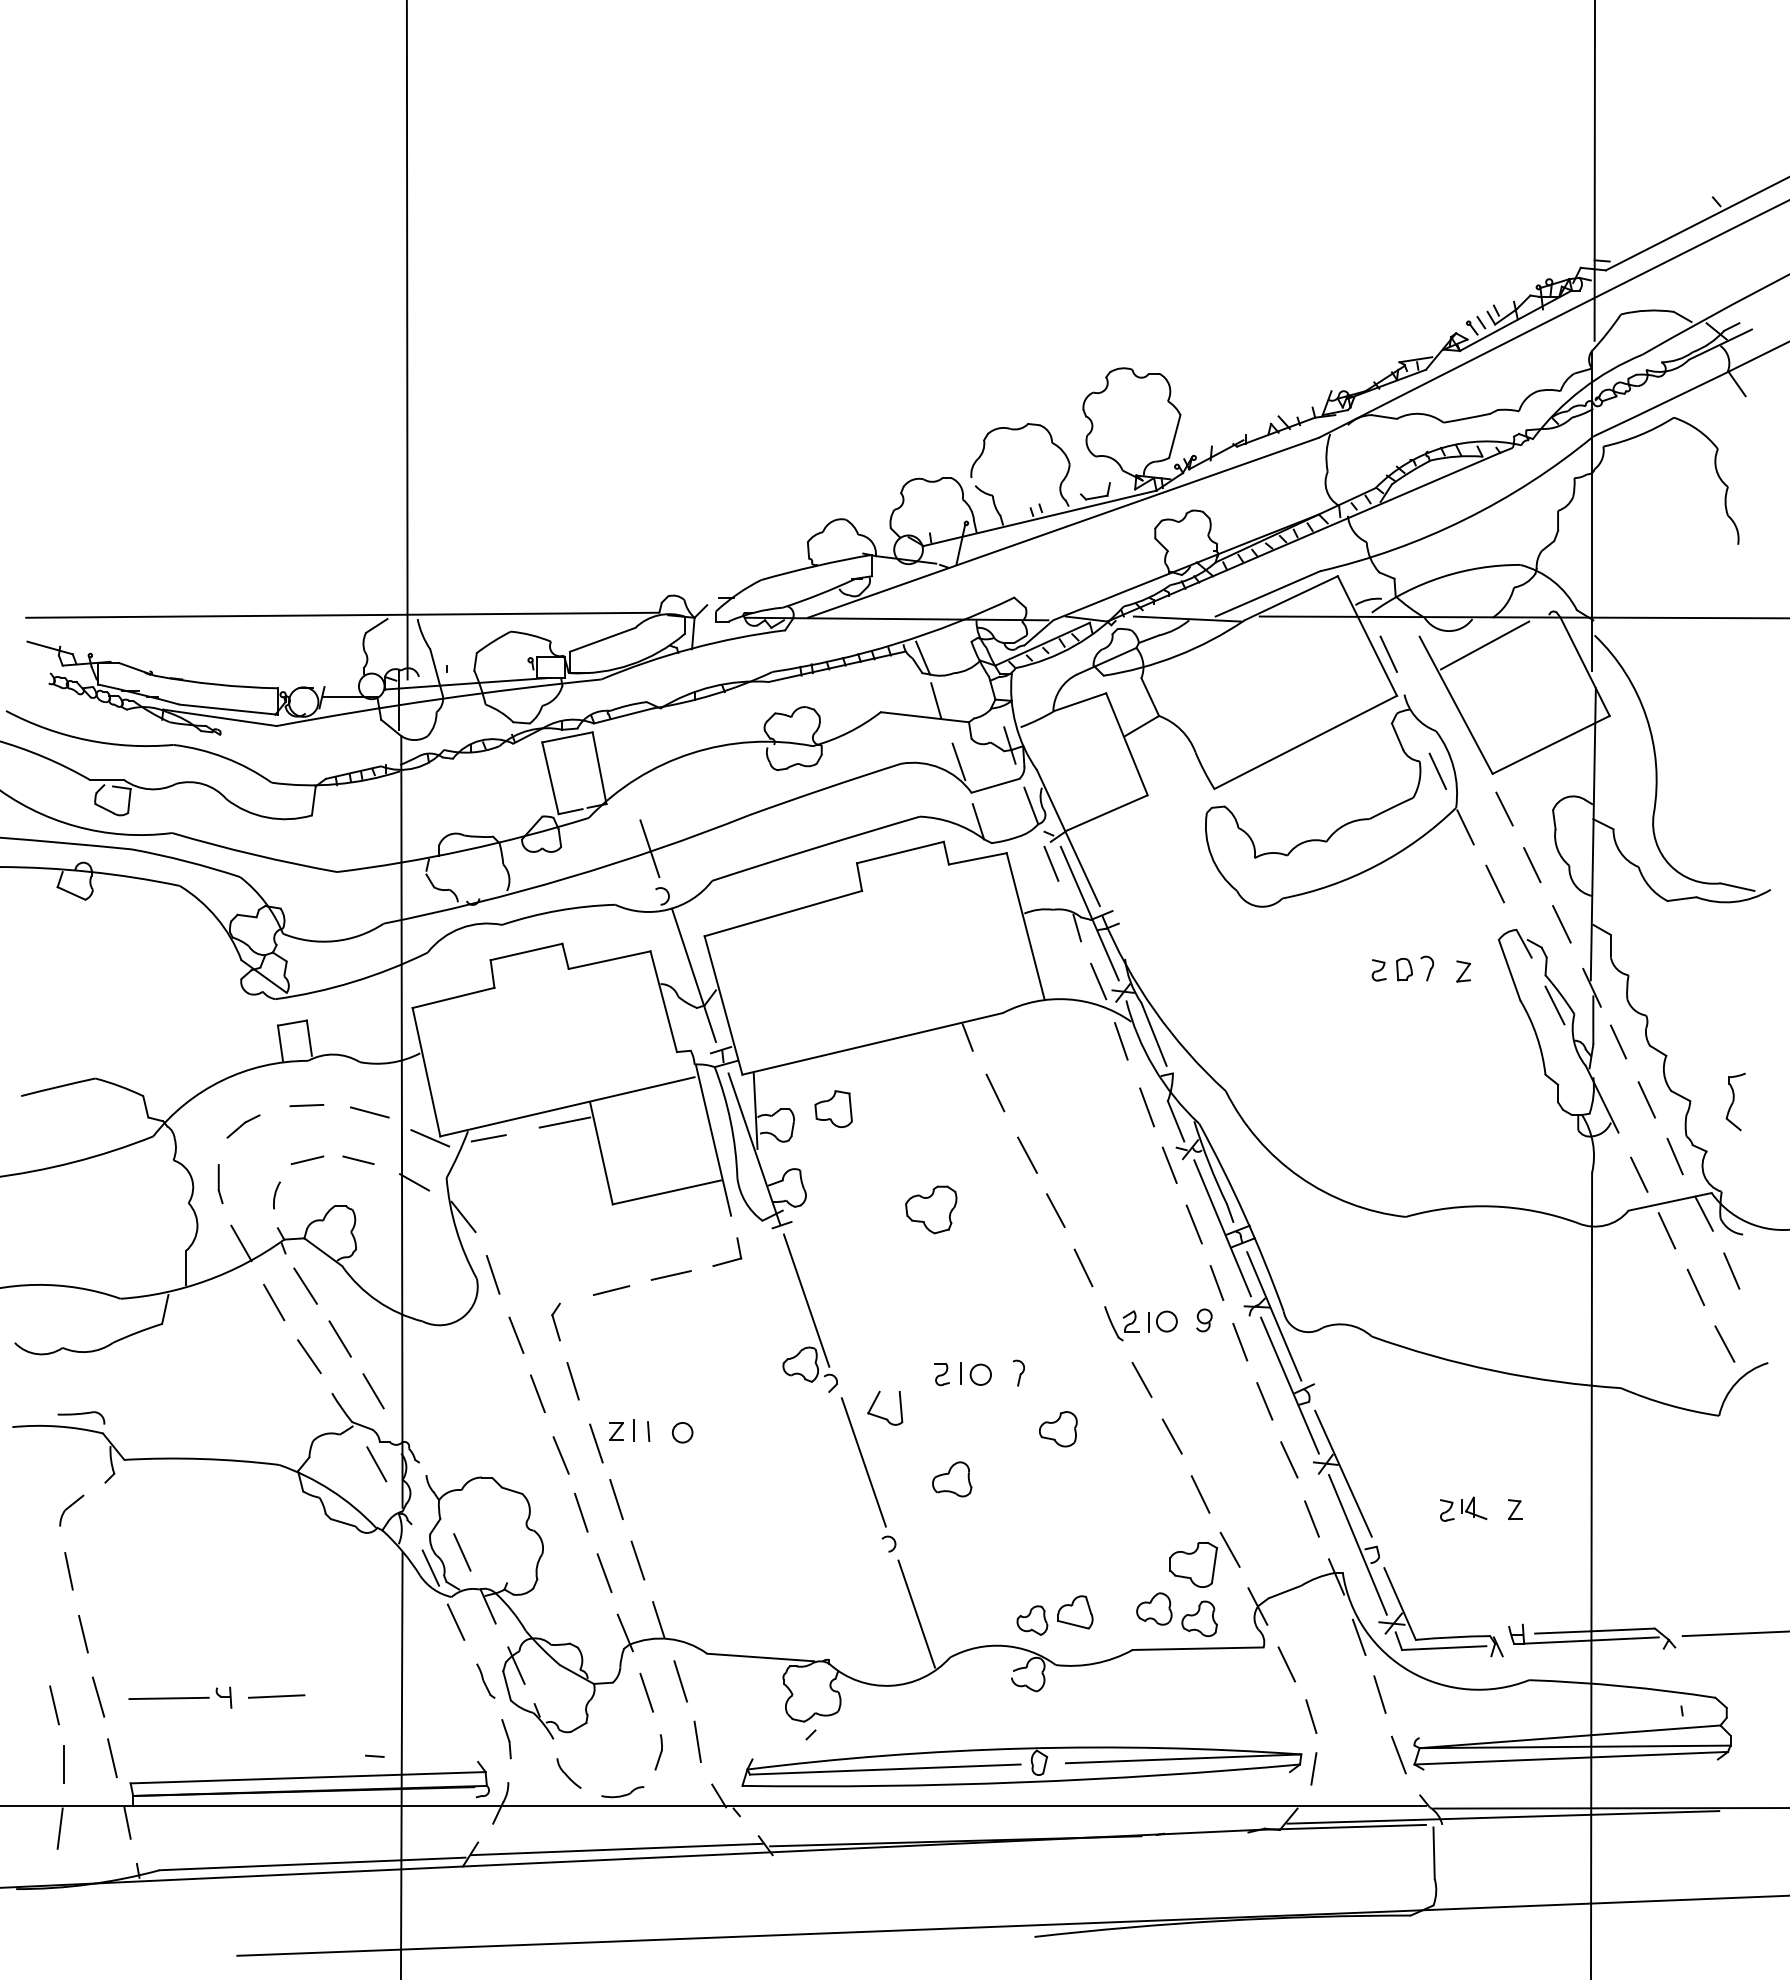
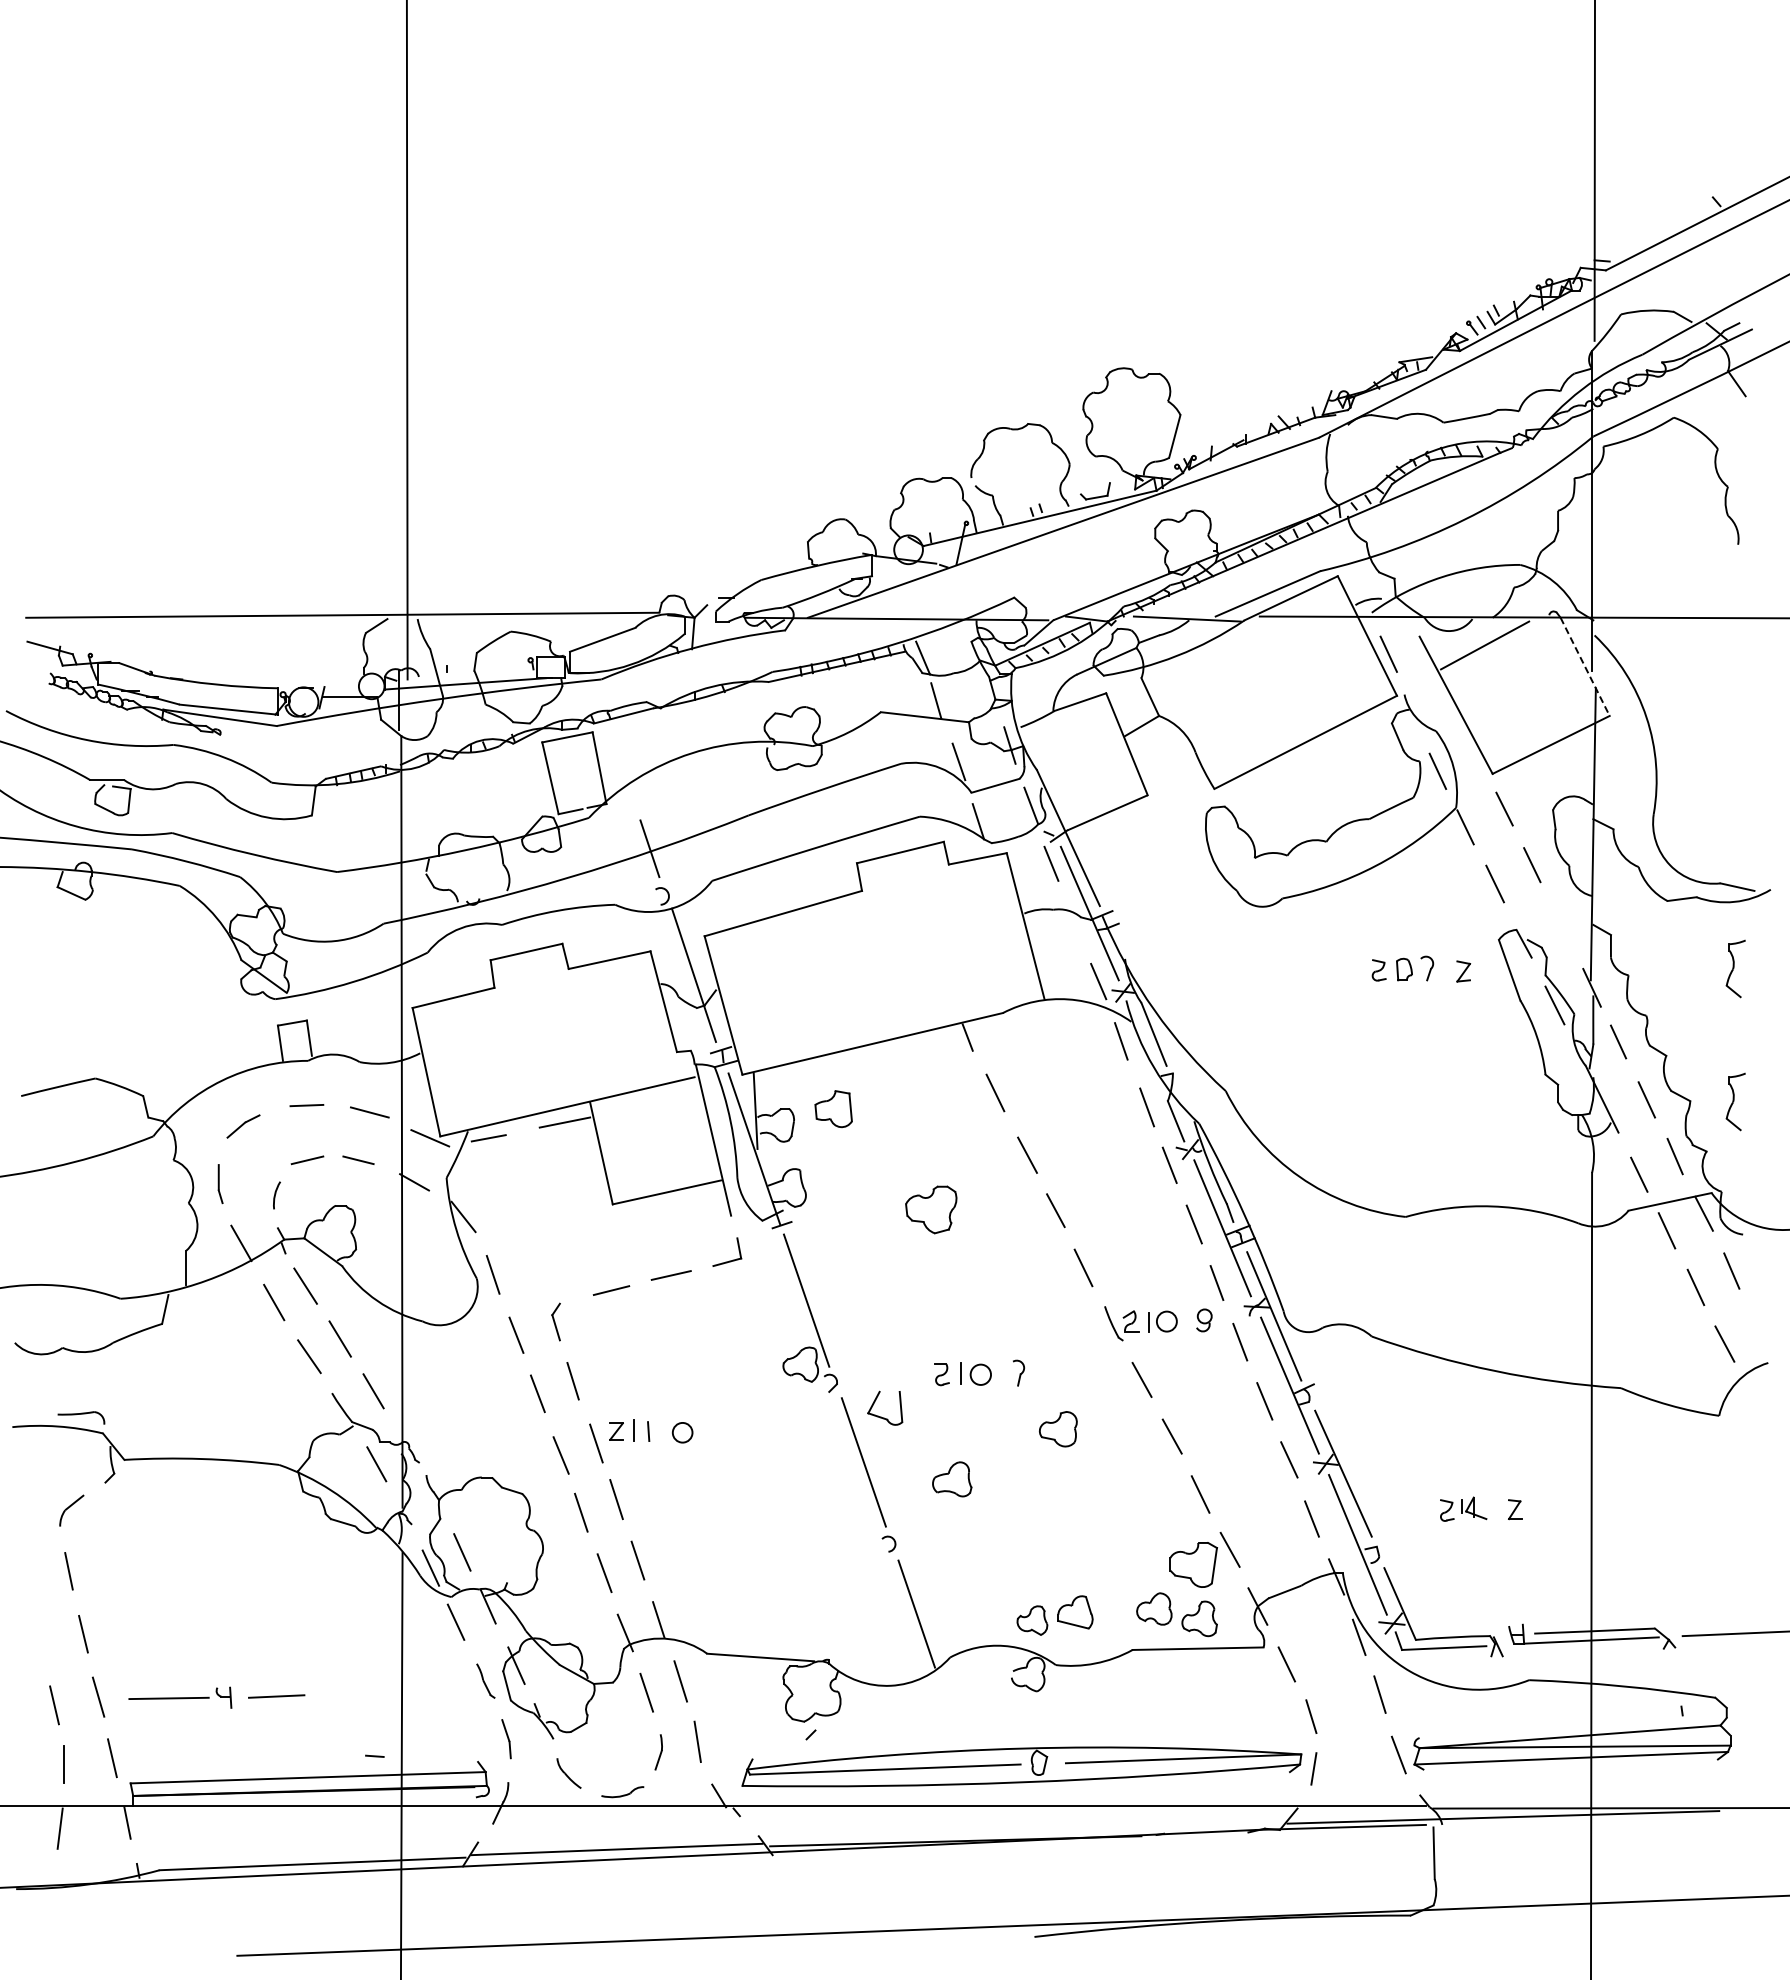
line at (1585, 666): solid -> dashed
line at (1561, 924): present -> none
line at (1077, 927): present -> none
part at (1735, 968): none -> present
